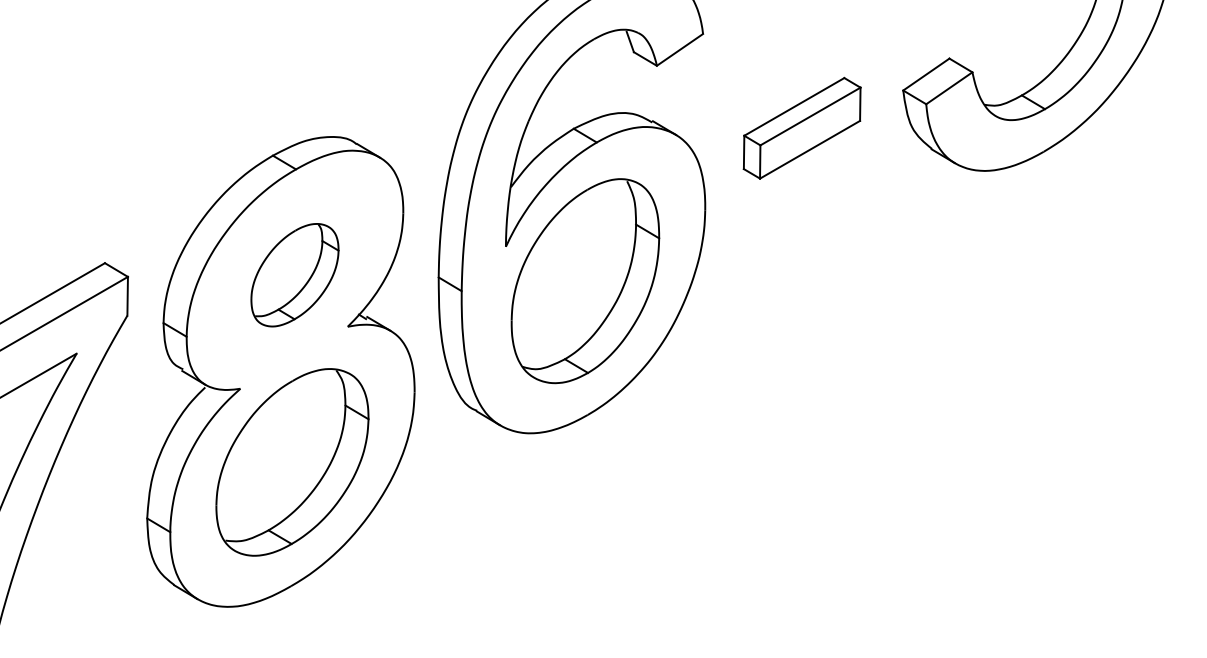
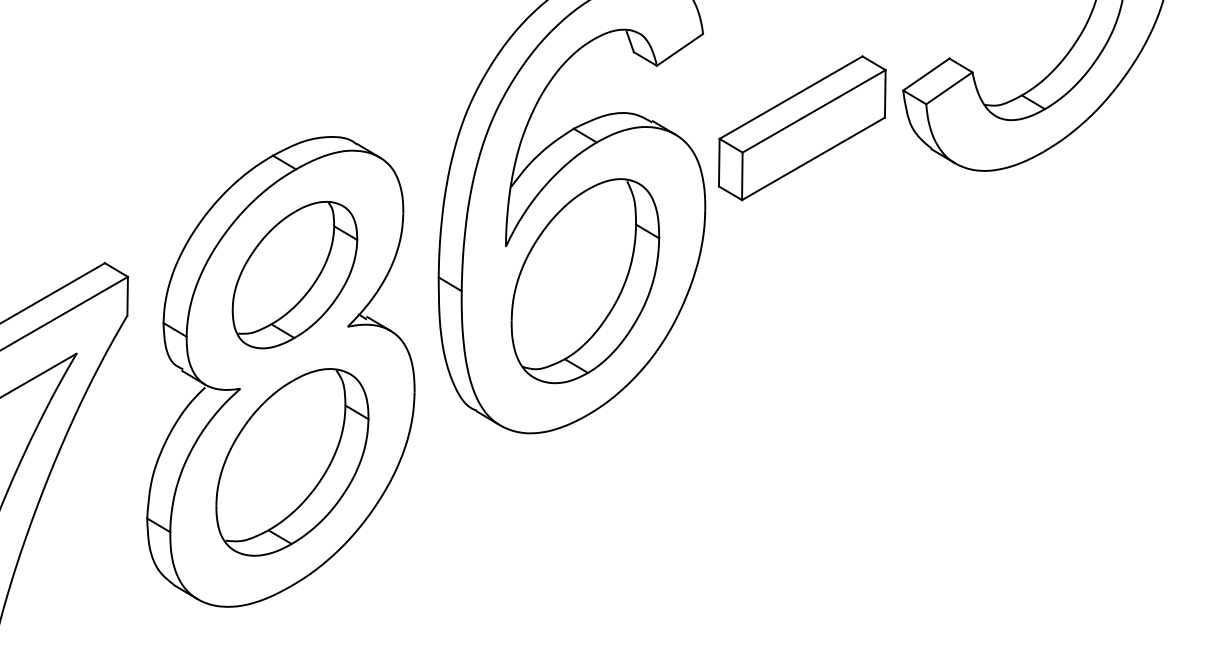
part at (801, 127) size: 120x104 px -> 170x147 px
part at (294, 275) size: 90x105 px -> 128x149 px
